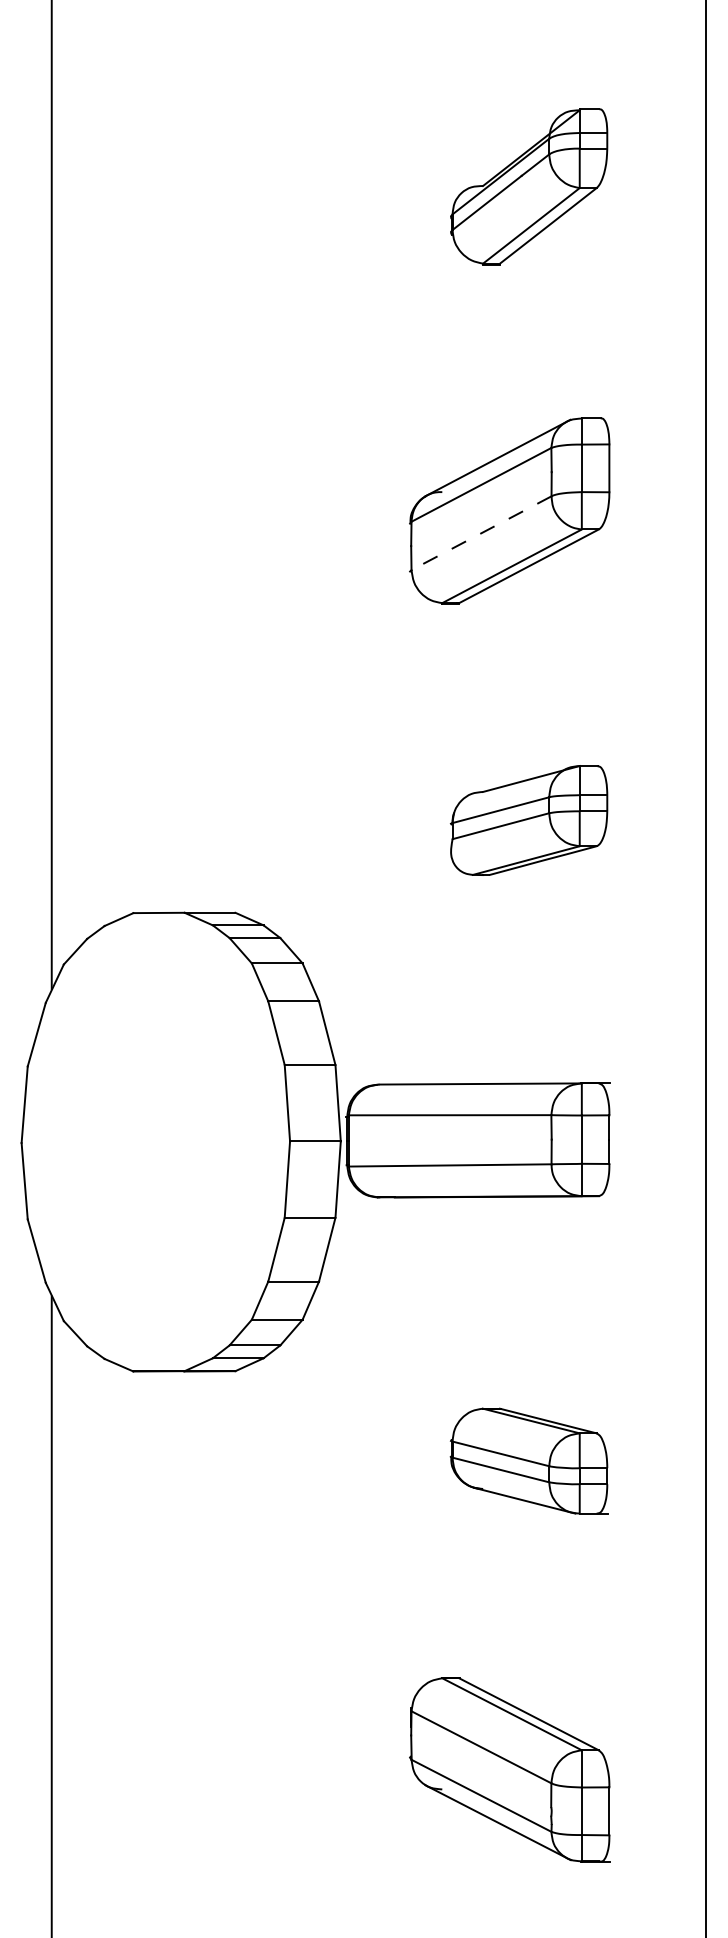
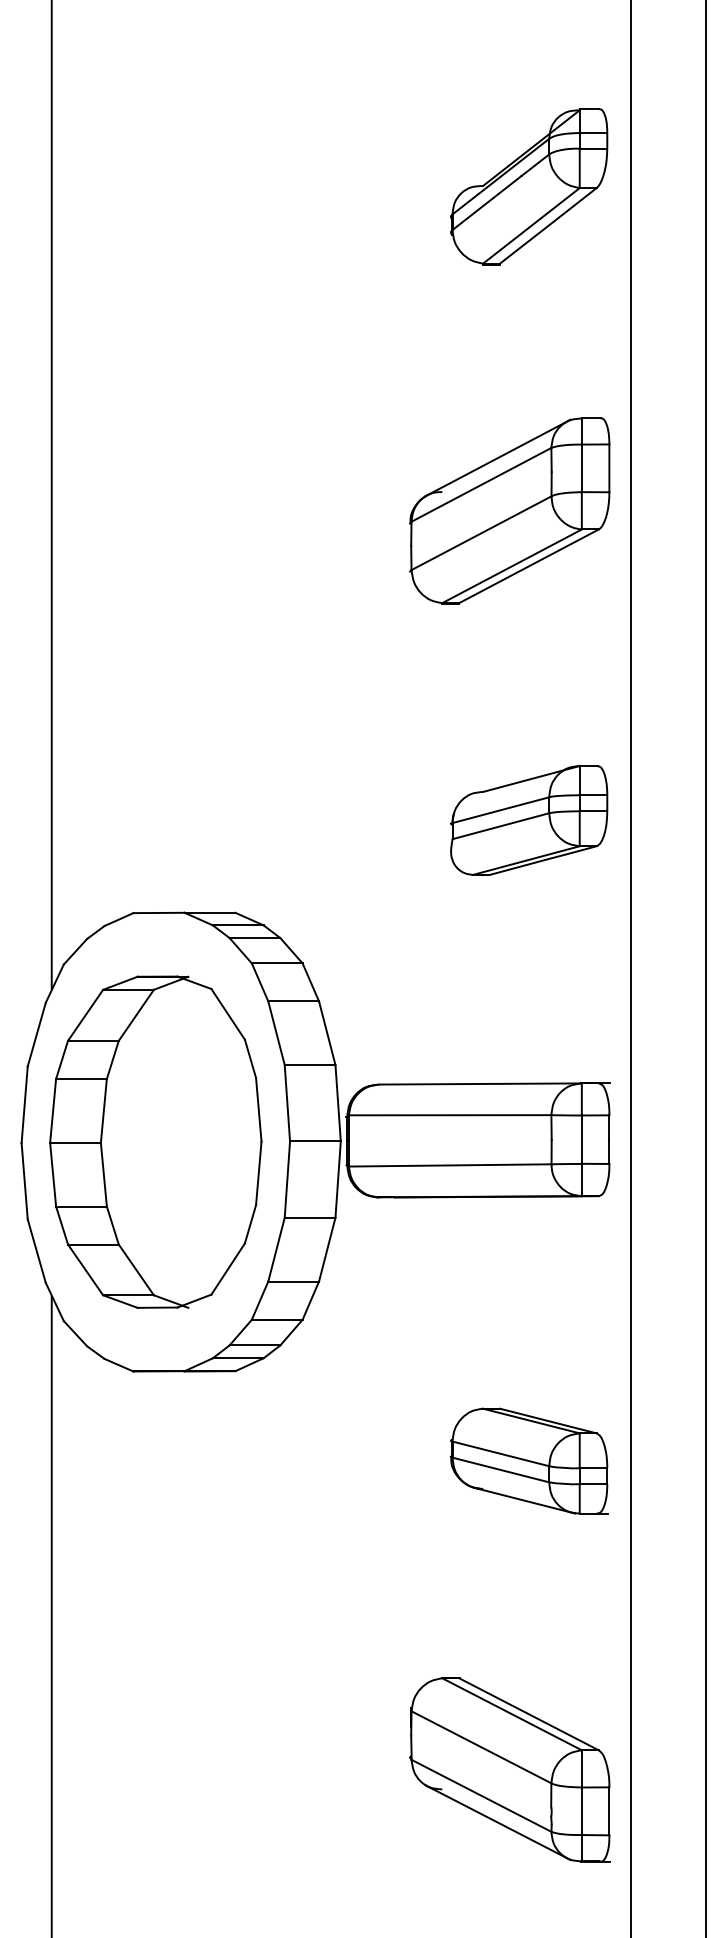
line at (481, 533): dashed -> solid
line at (631, 968): none -> present
part at (155, 1141): none -> present
